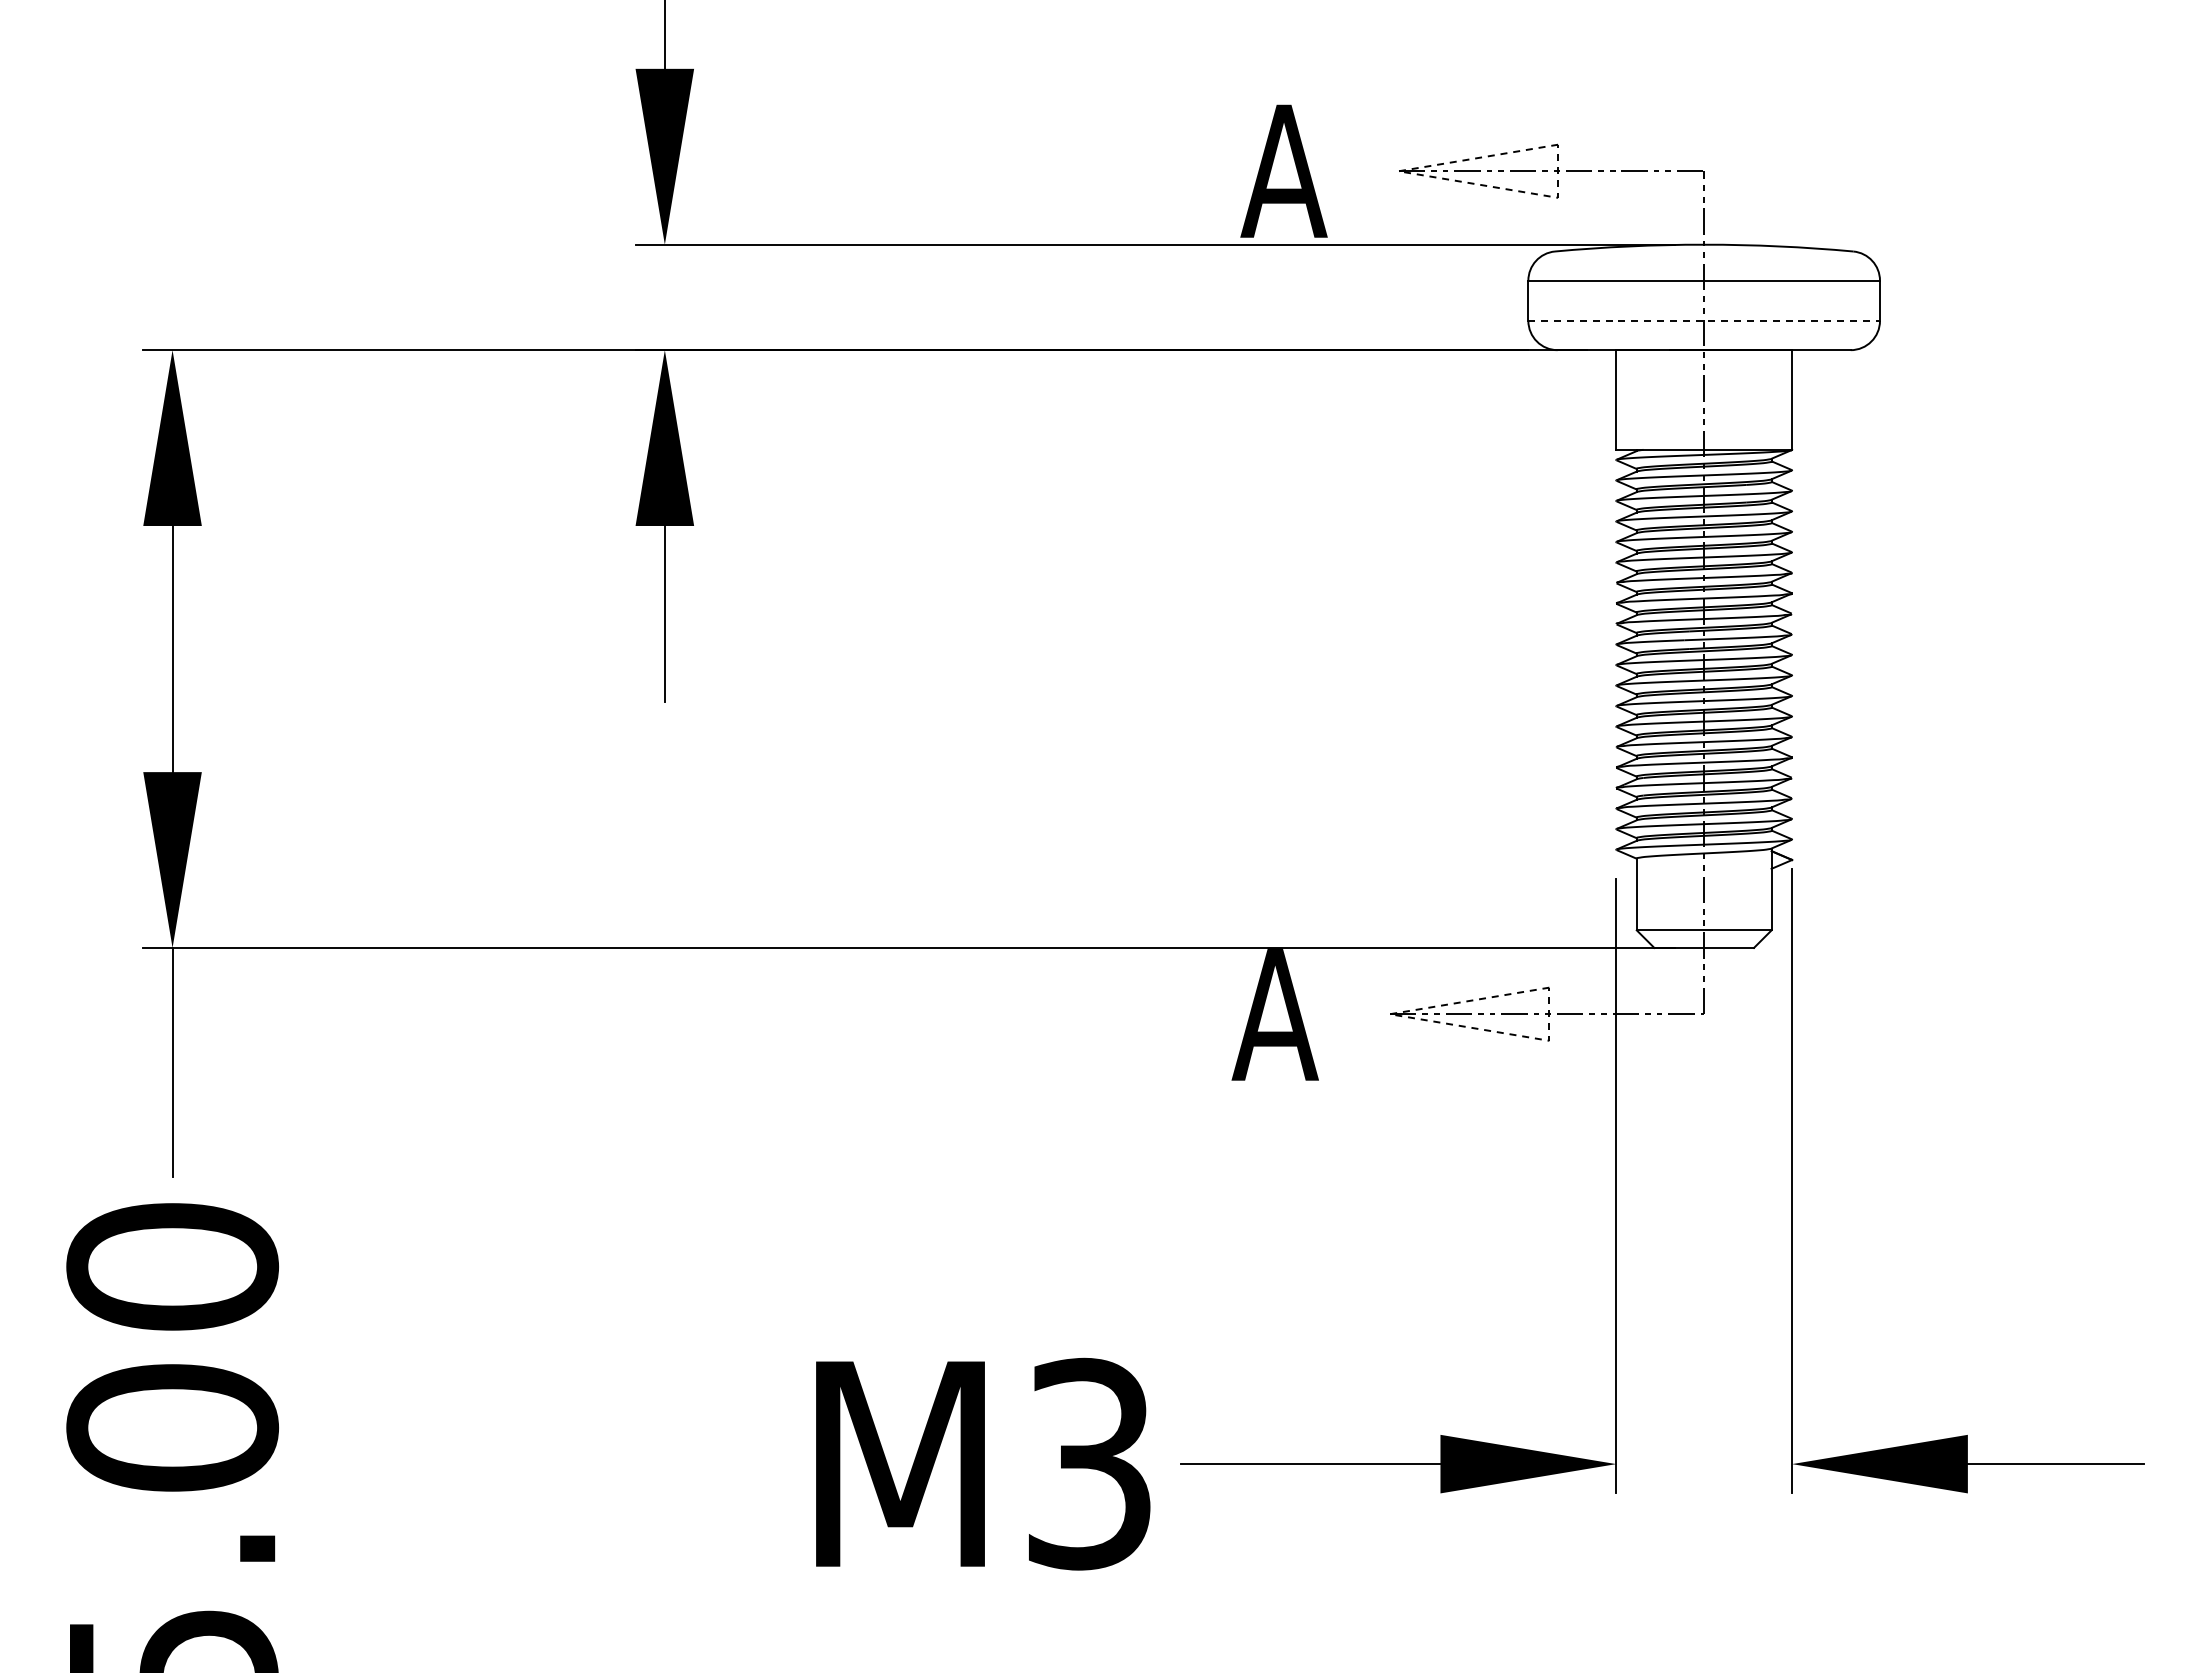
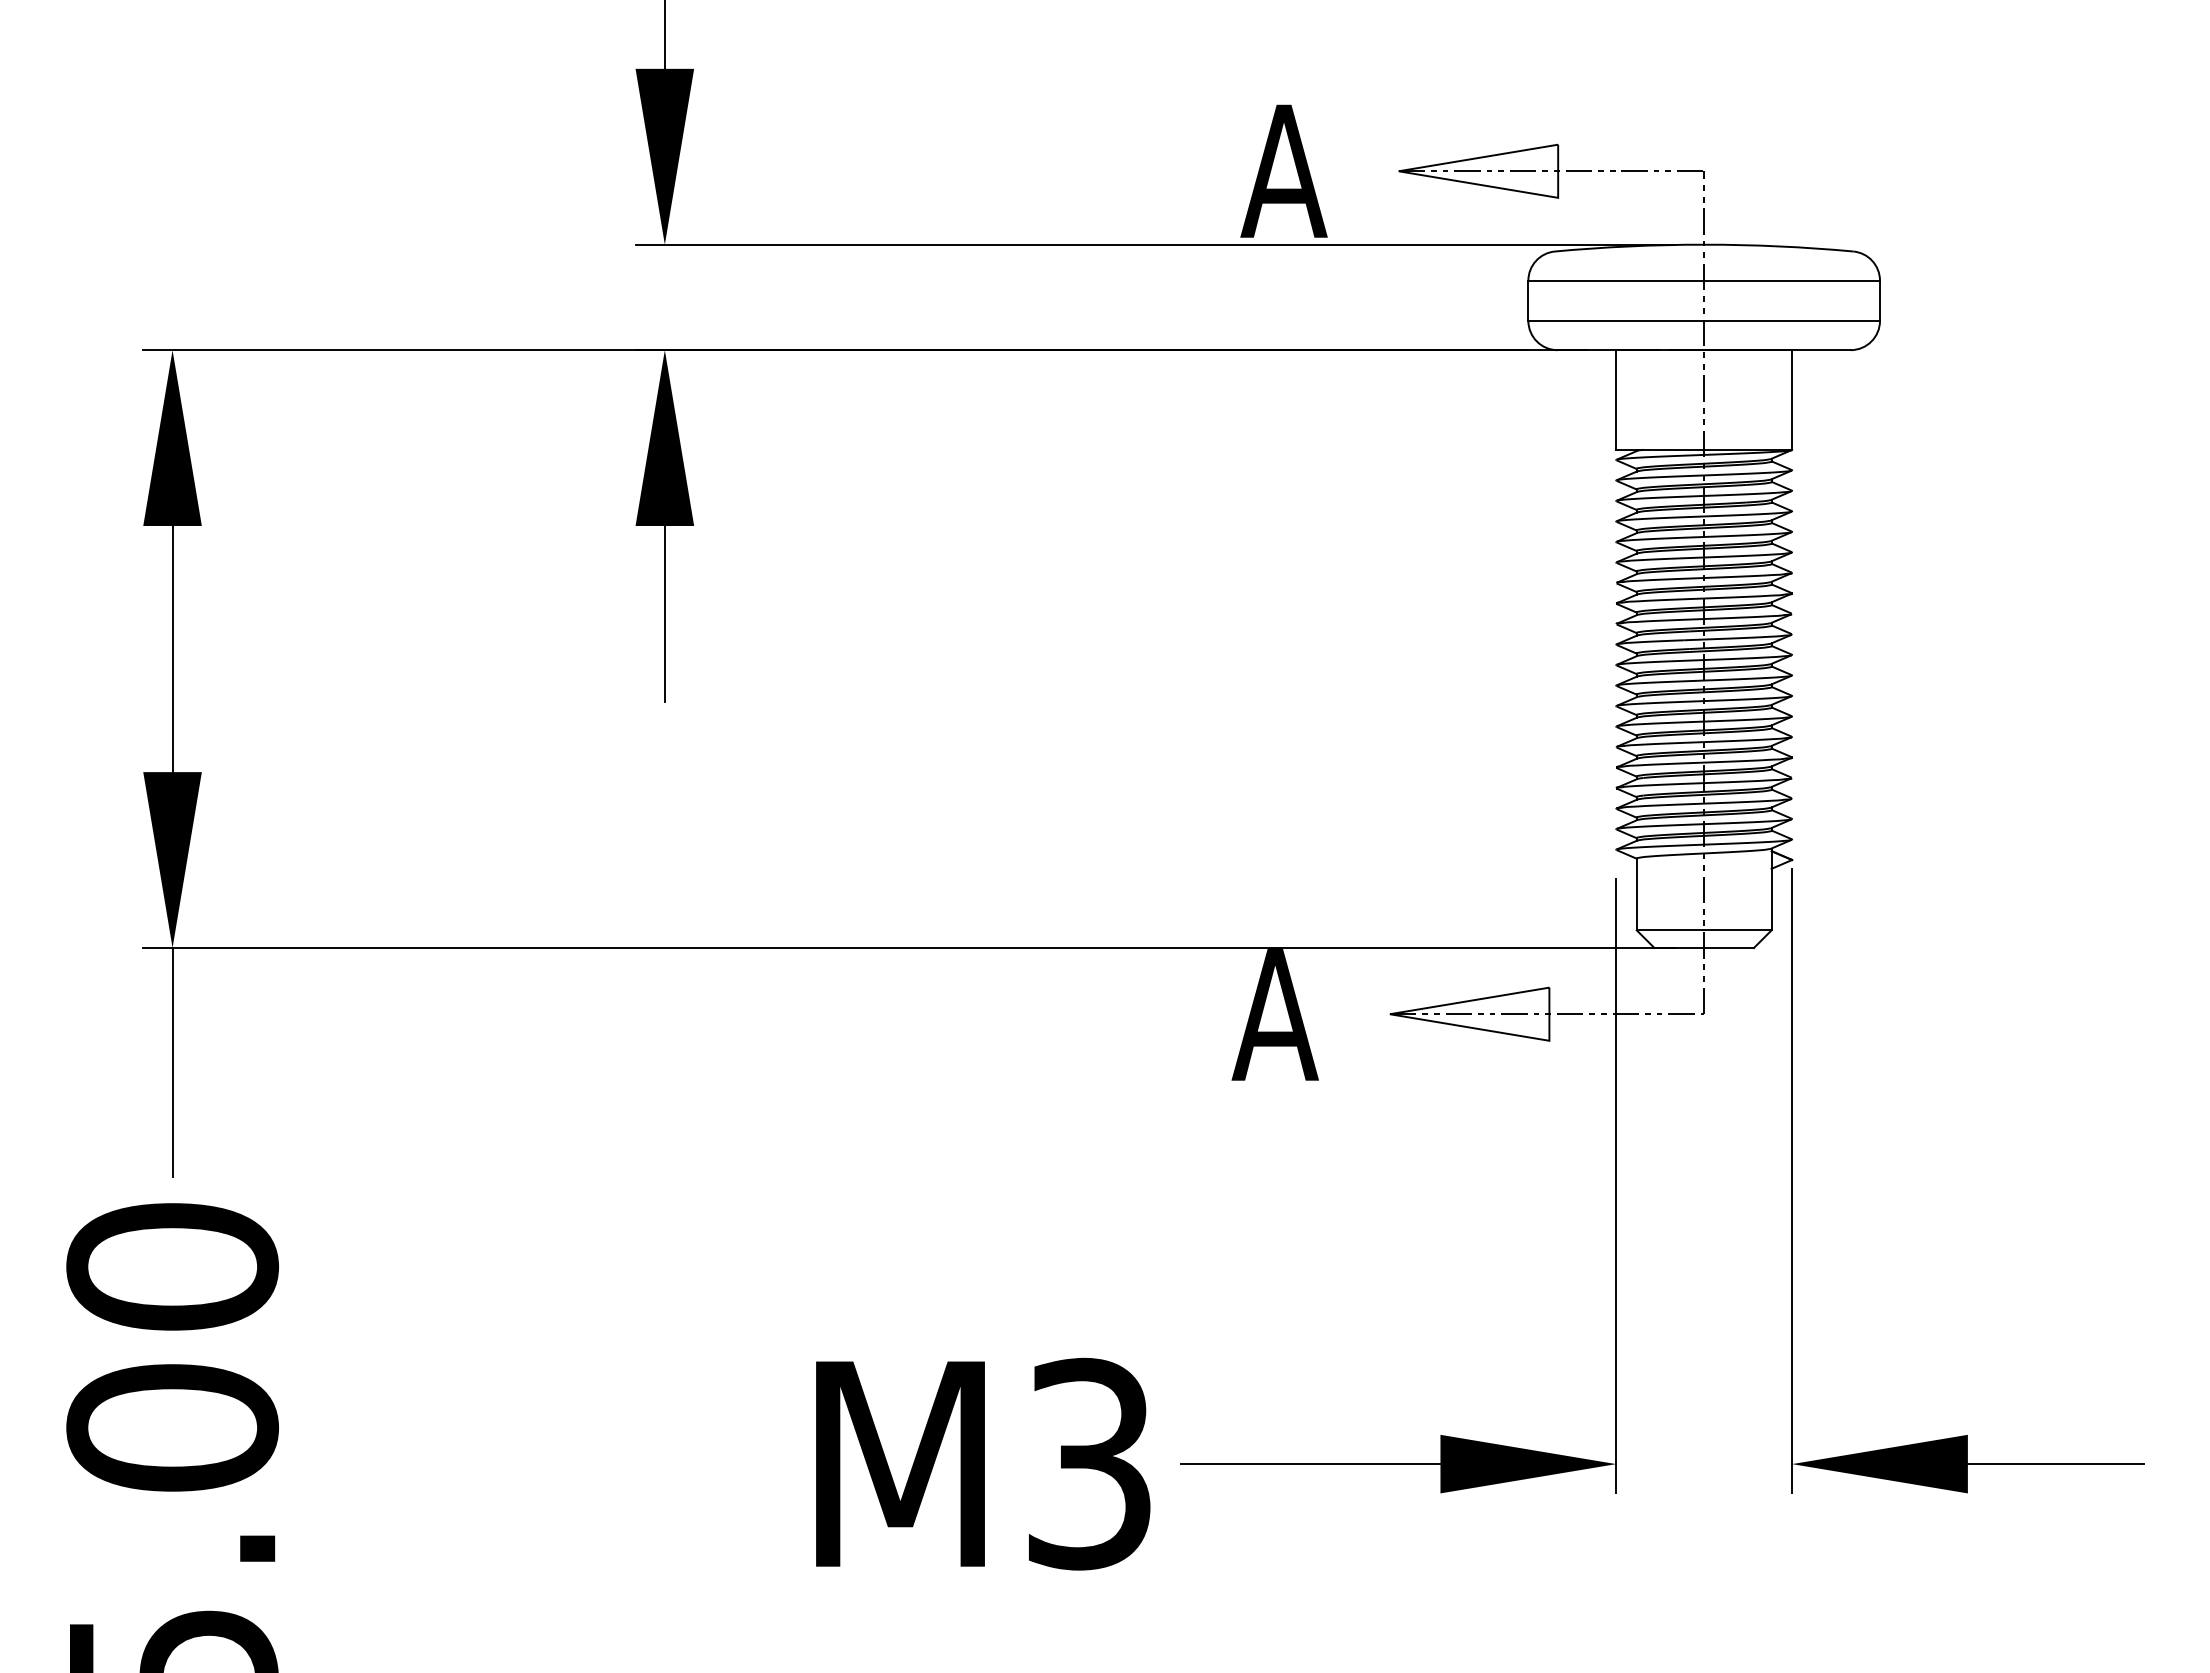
line at (1425, 175): dashed -> solid
line at (1704, 320): dashed -> solid
line at (1416, 1018): dashed -> solid
